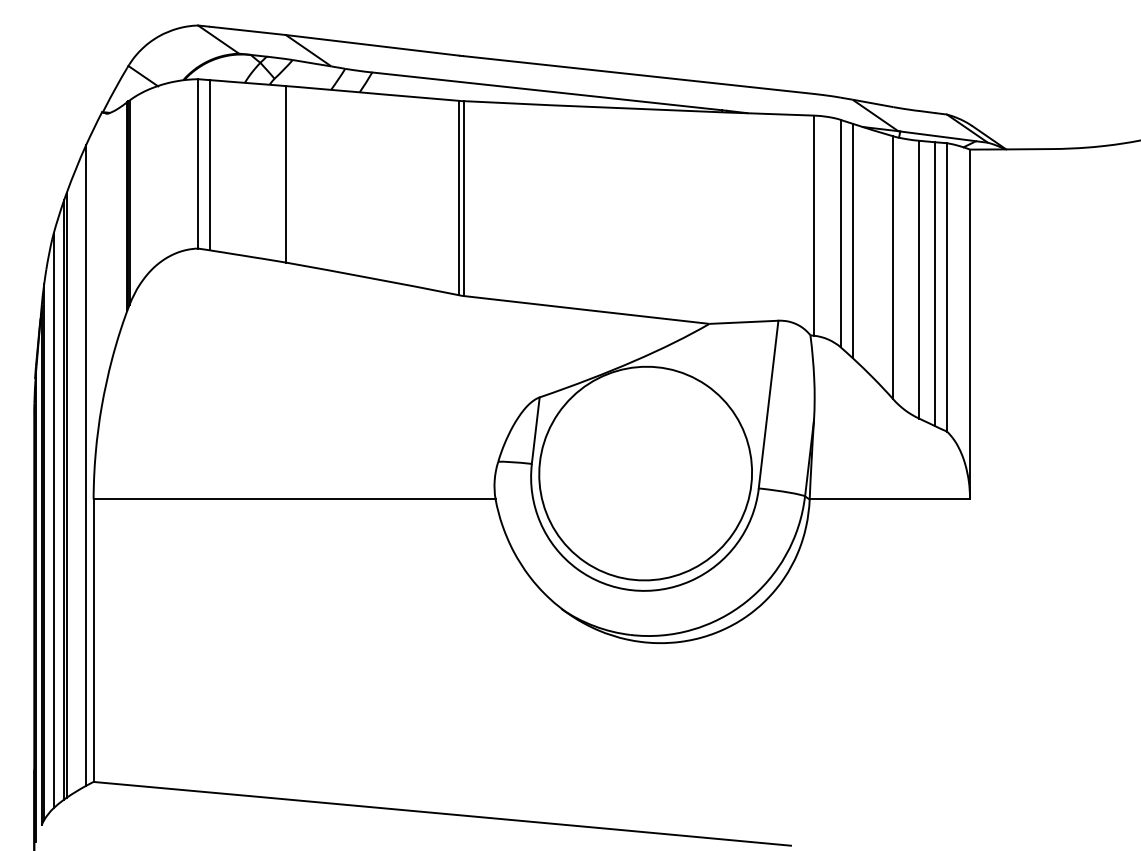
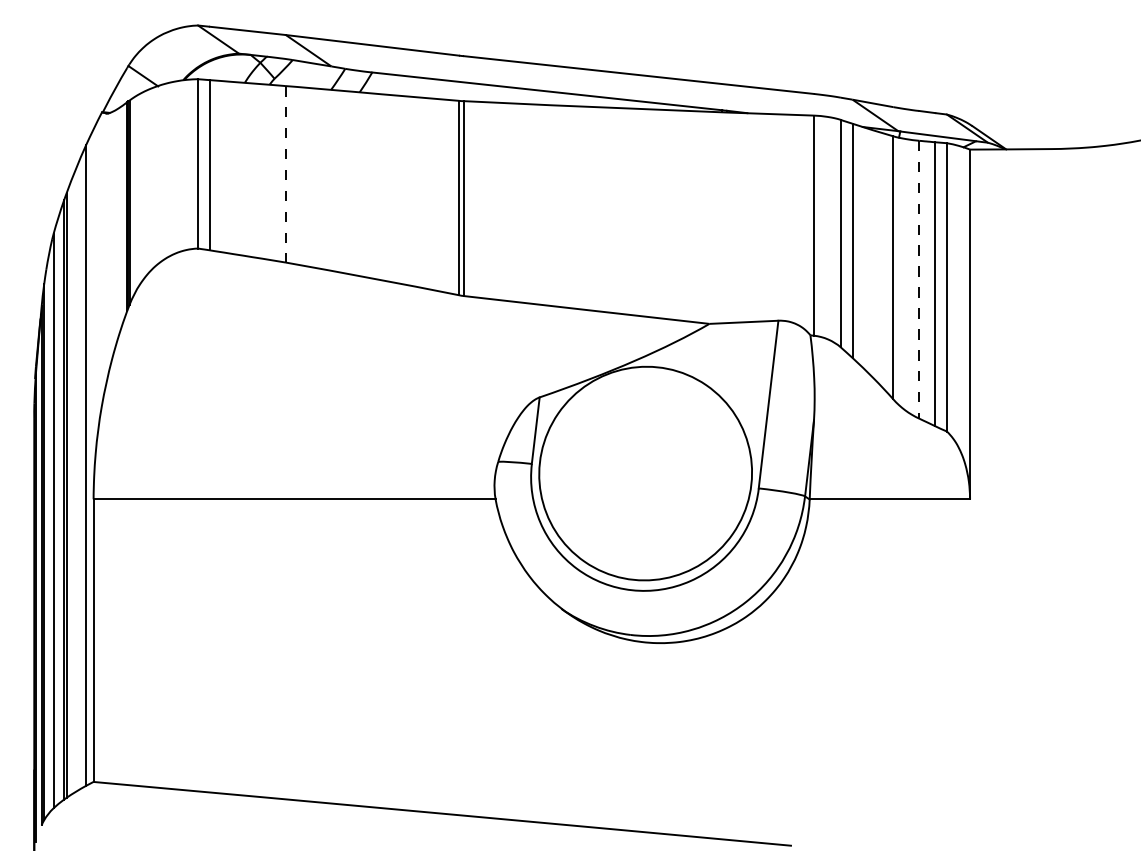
line at (285, 174): solid -> dashed
line at (919, 279): solid -> dashed
